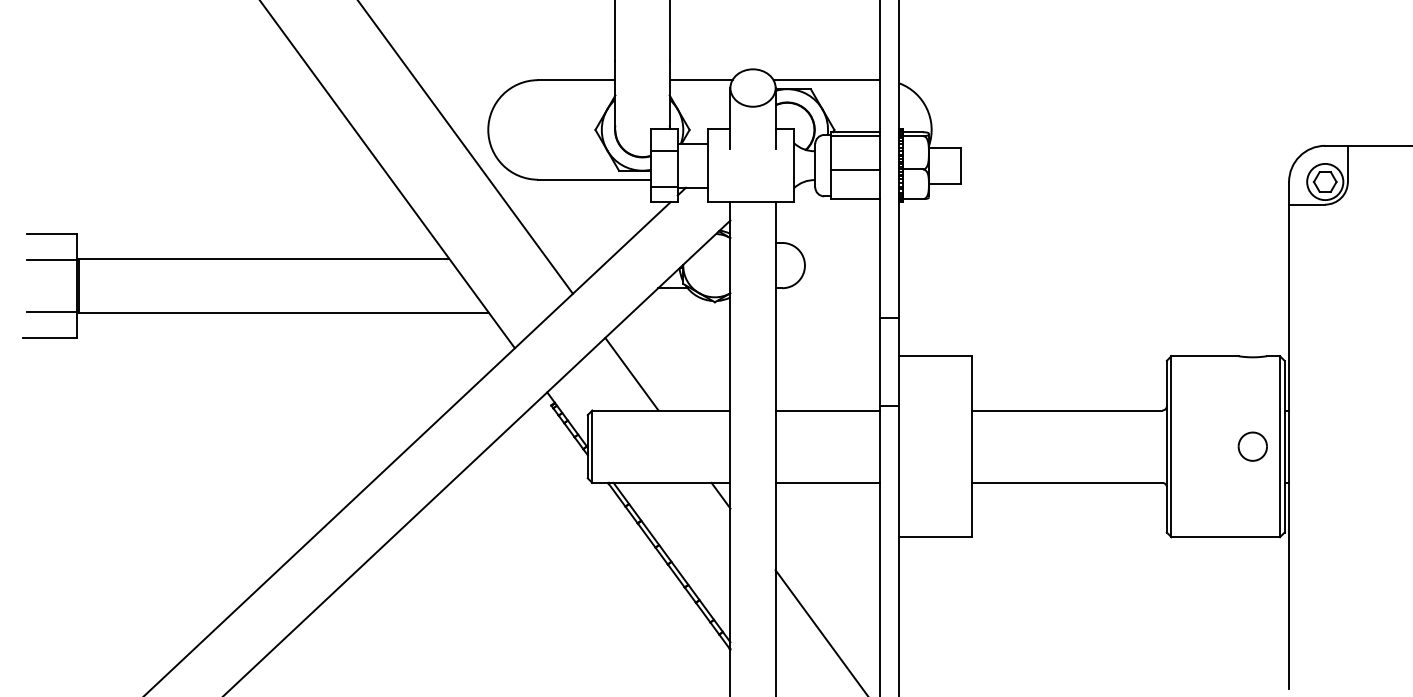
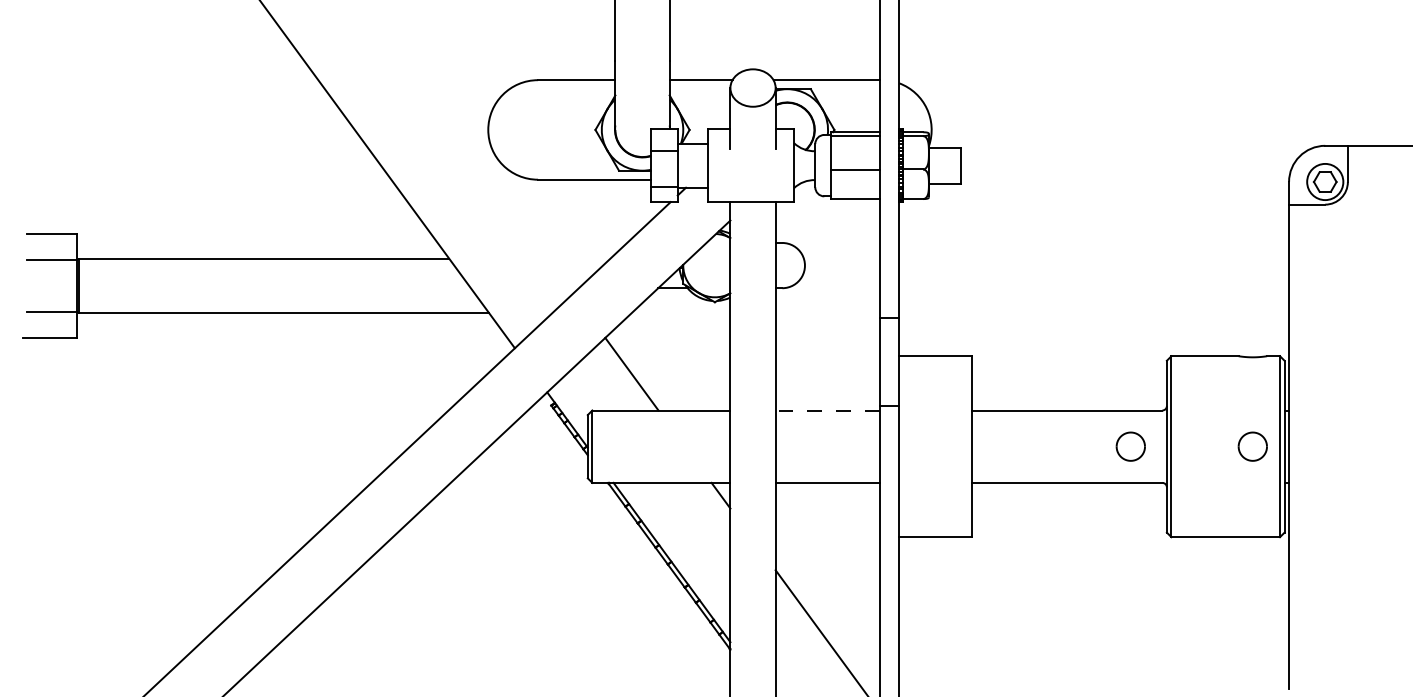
line at (465, 147): present -> none
line at (827, 410): solid -> dashed
part at (1130, 446): none -> present
